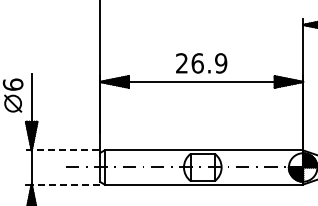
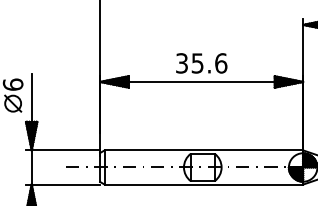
text at (201, 63): 26.9 -> 35.6
line at (63, 150): dashed -> solid
line at (65, 184): dashed -> solid
